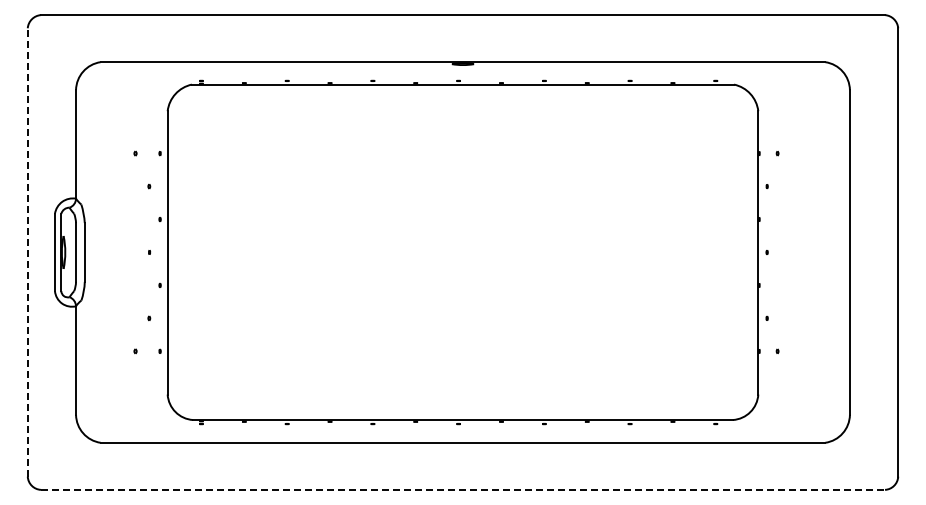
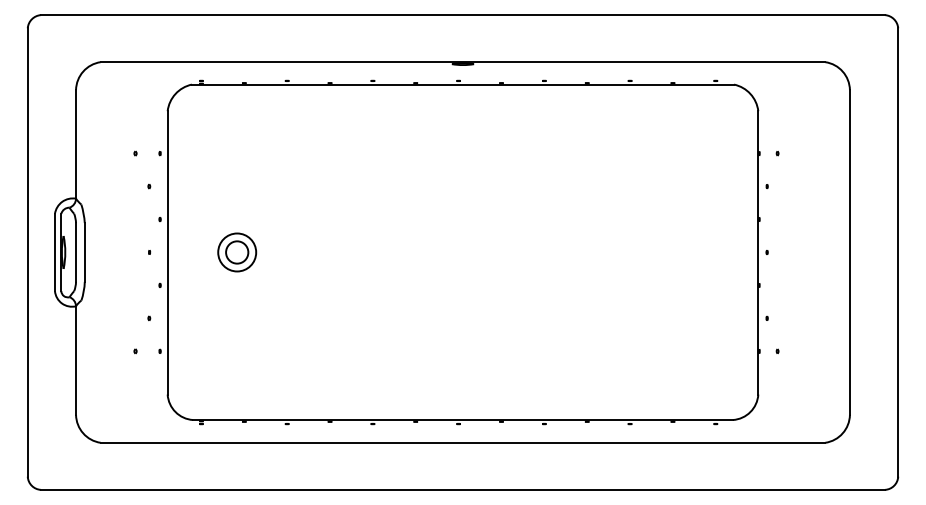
line at (27, 251): dashed -> solid
part at (237, 252): none -> present
line at (463, 489): dashed -> solid
